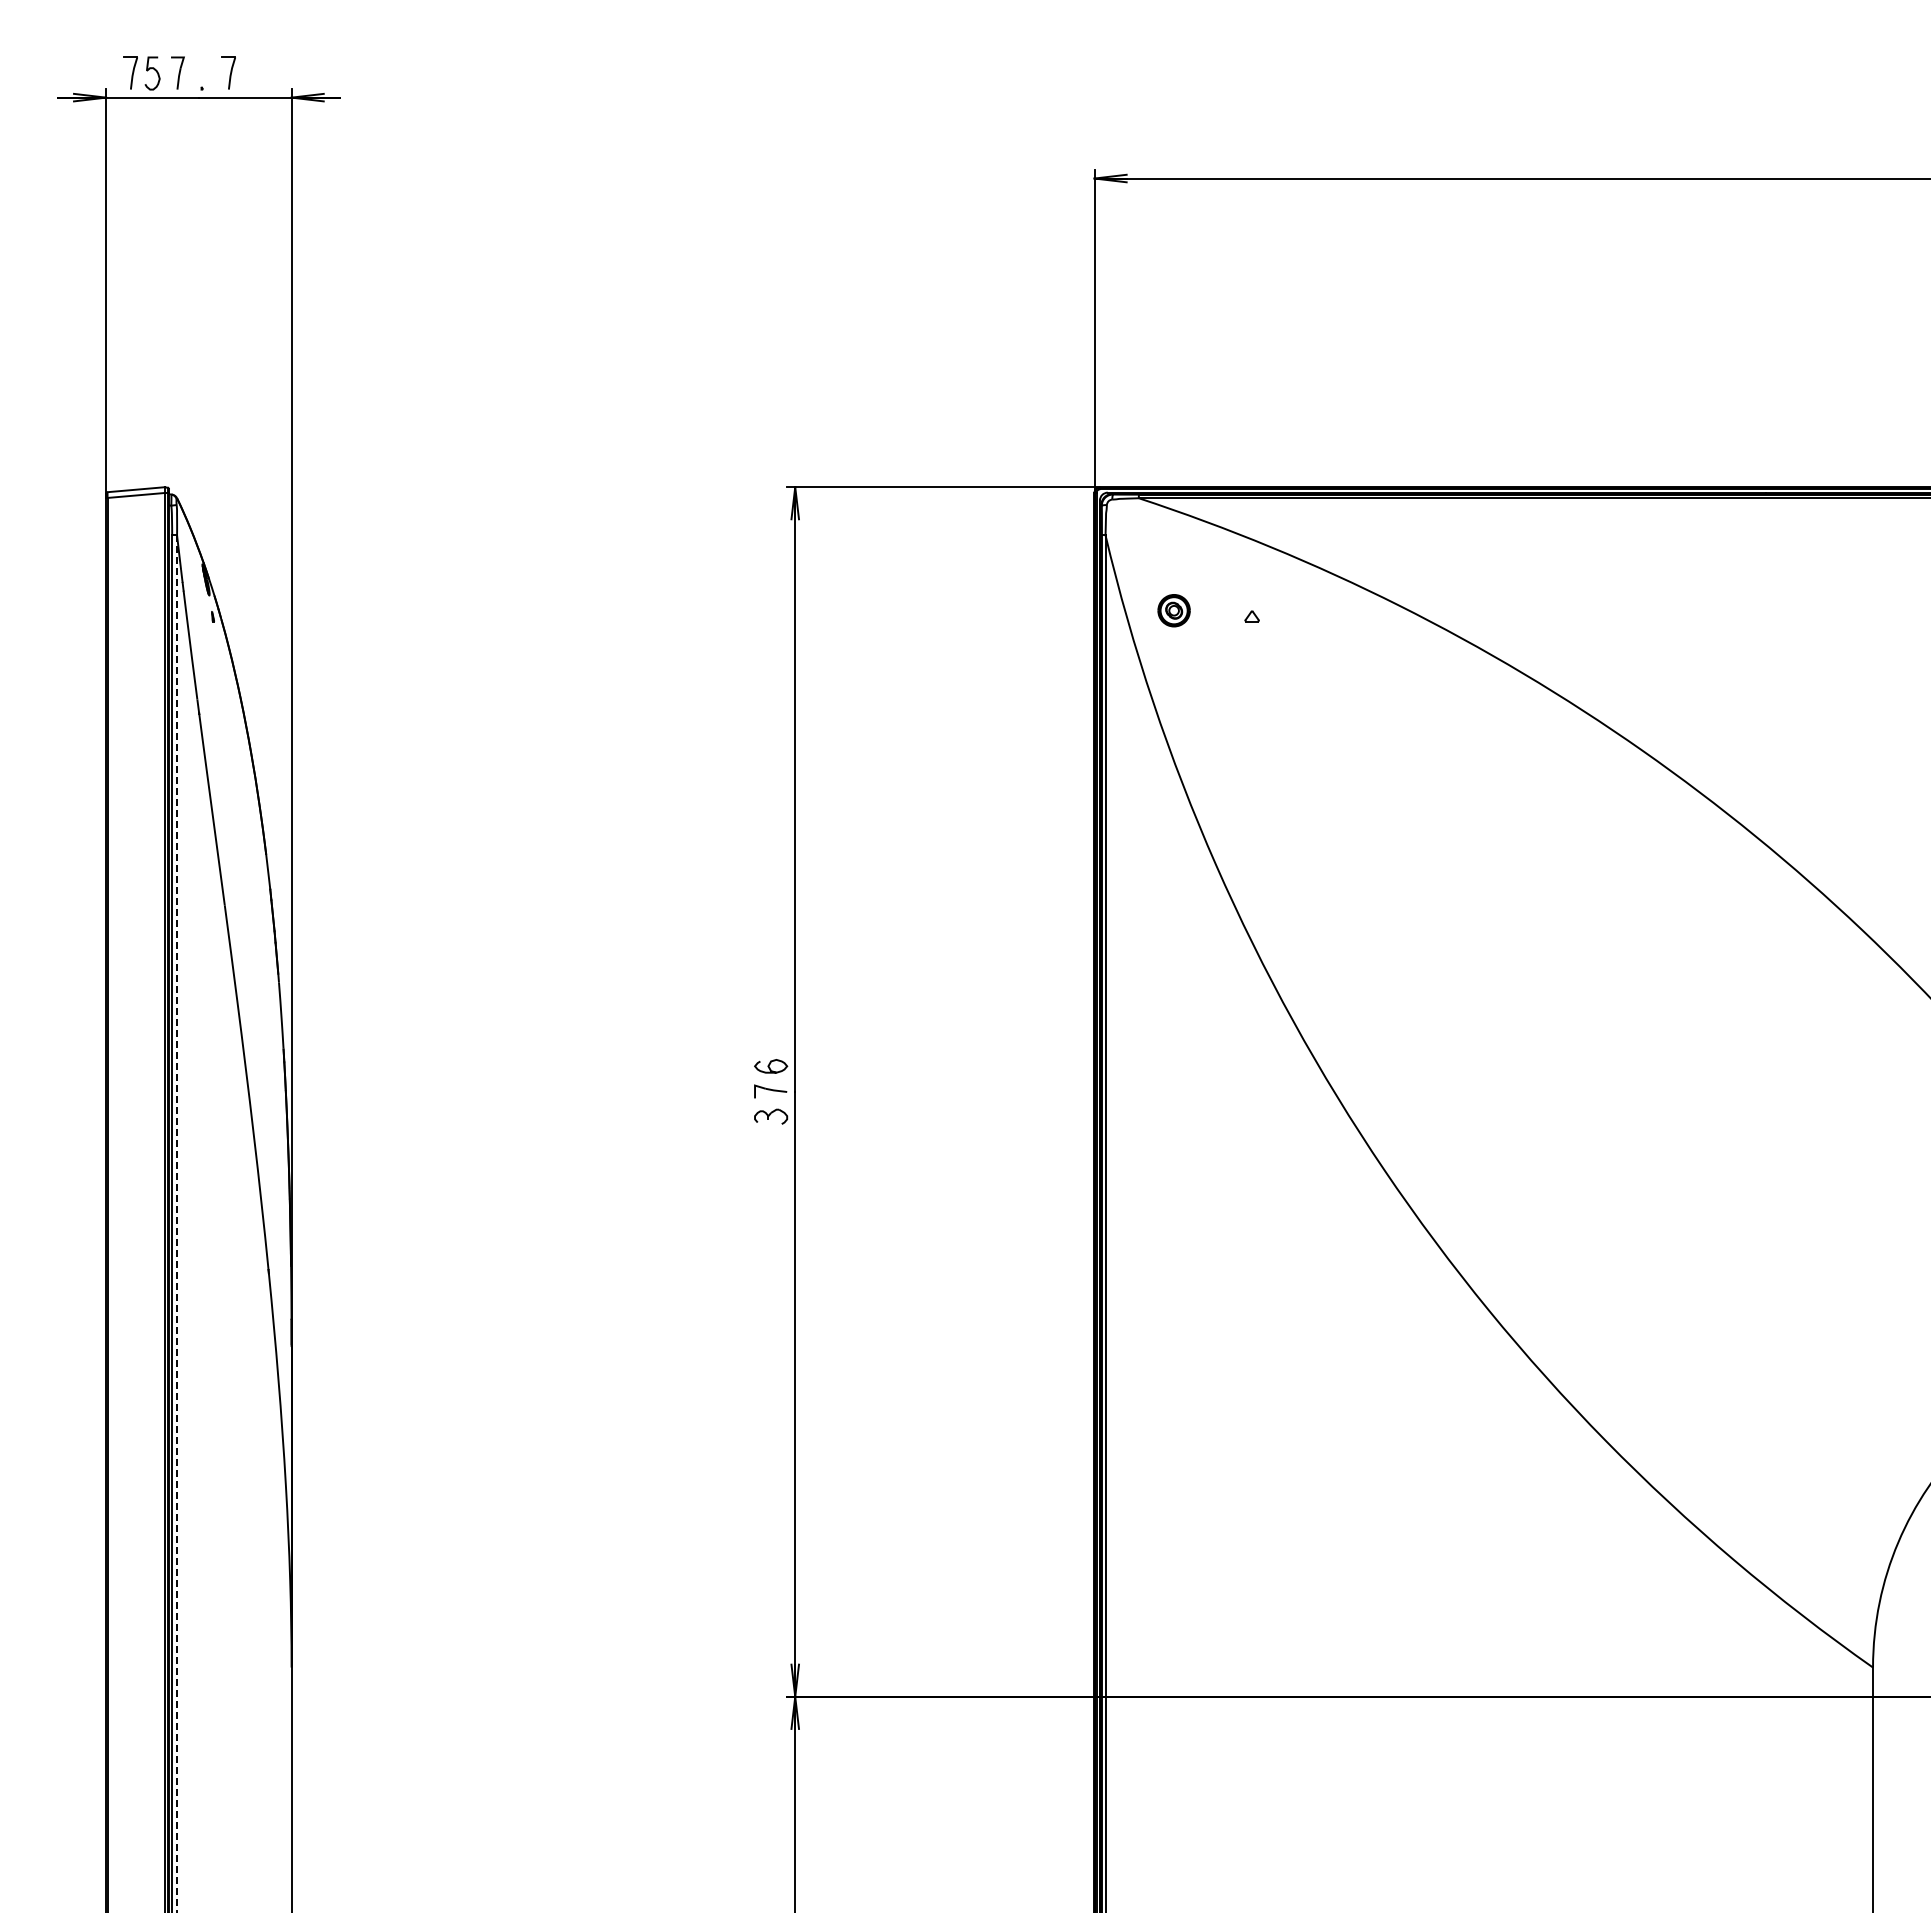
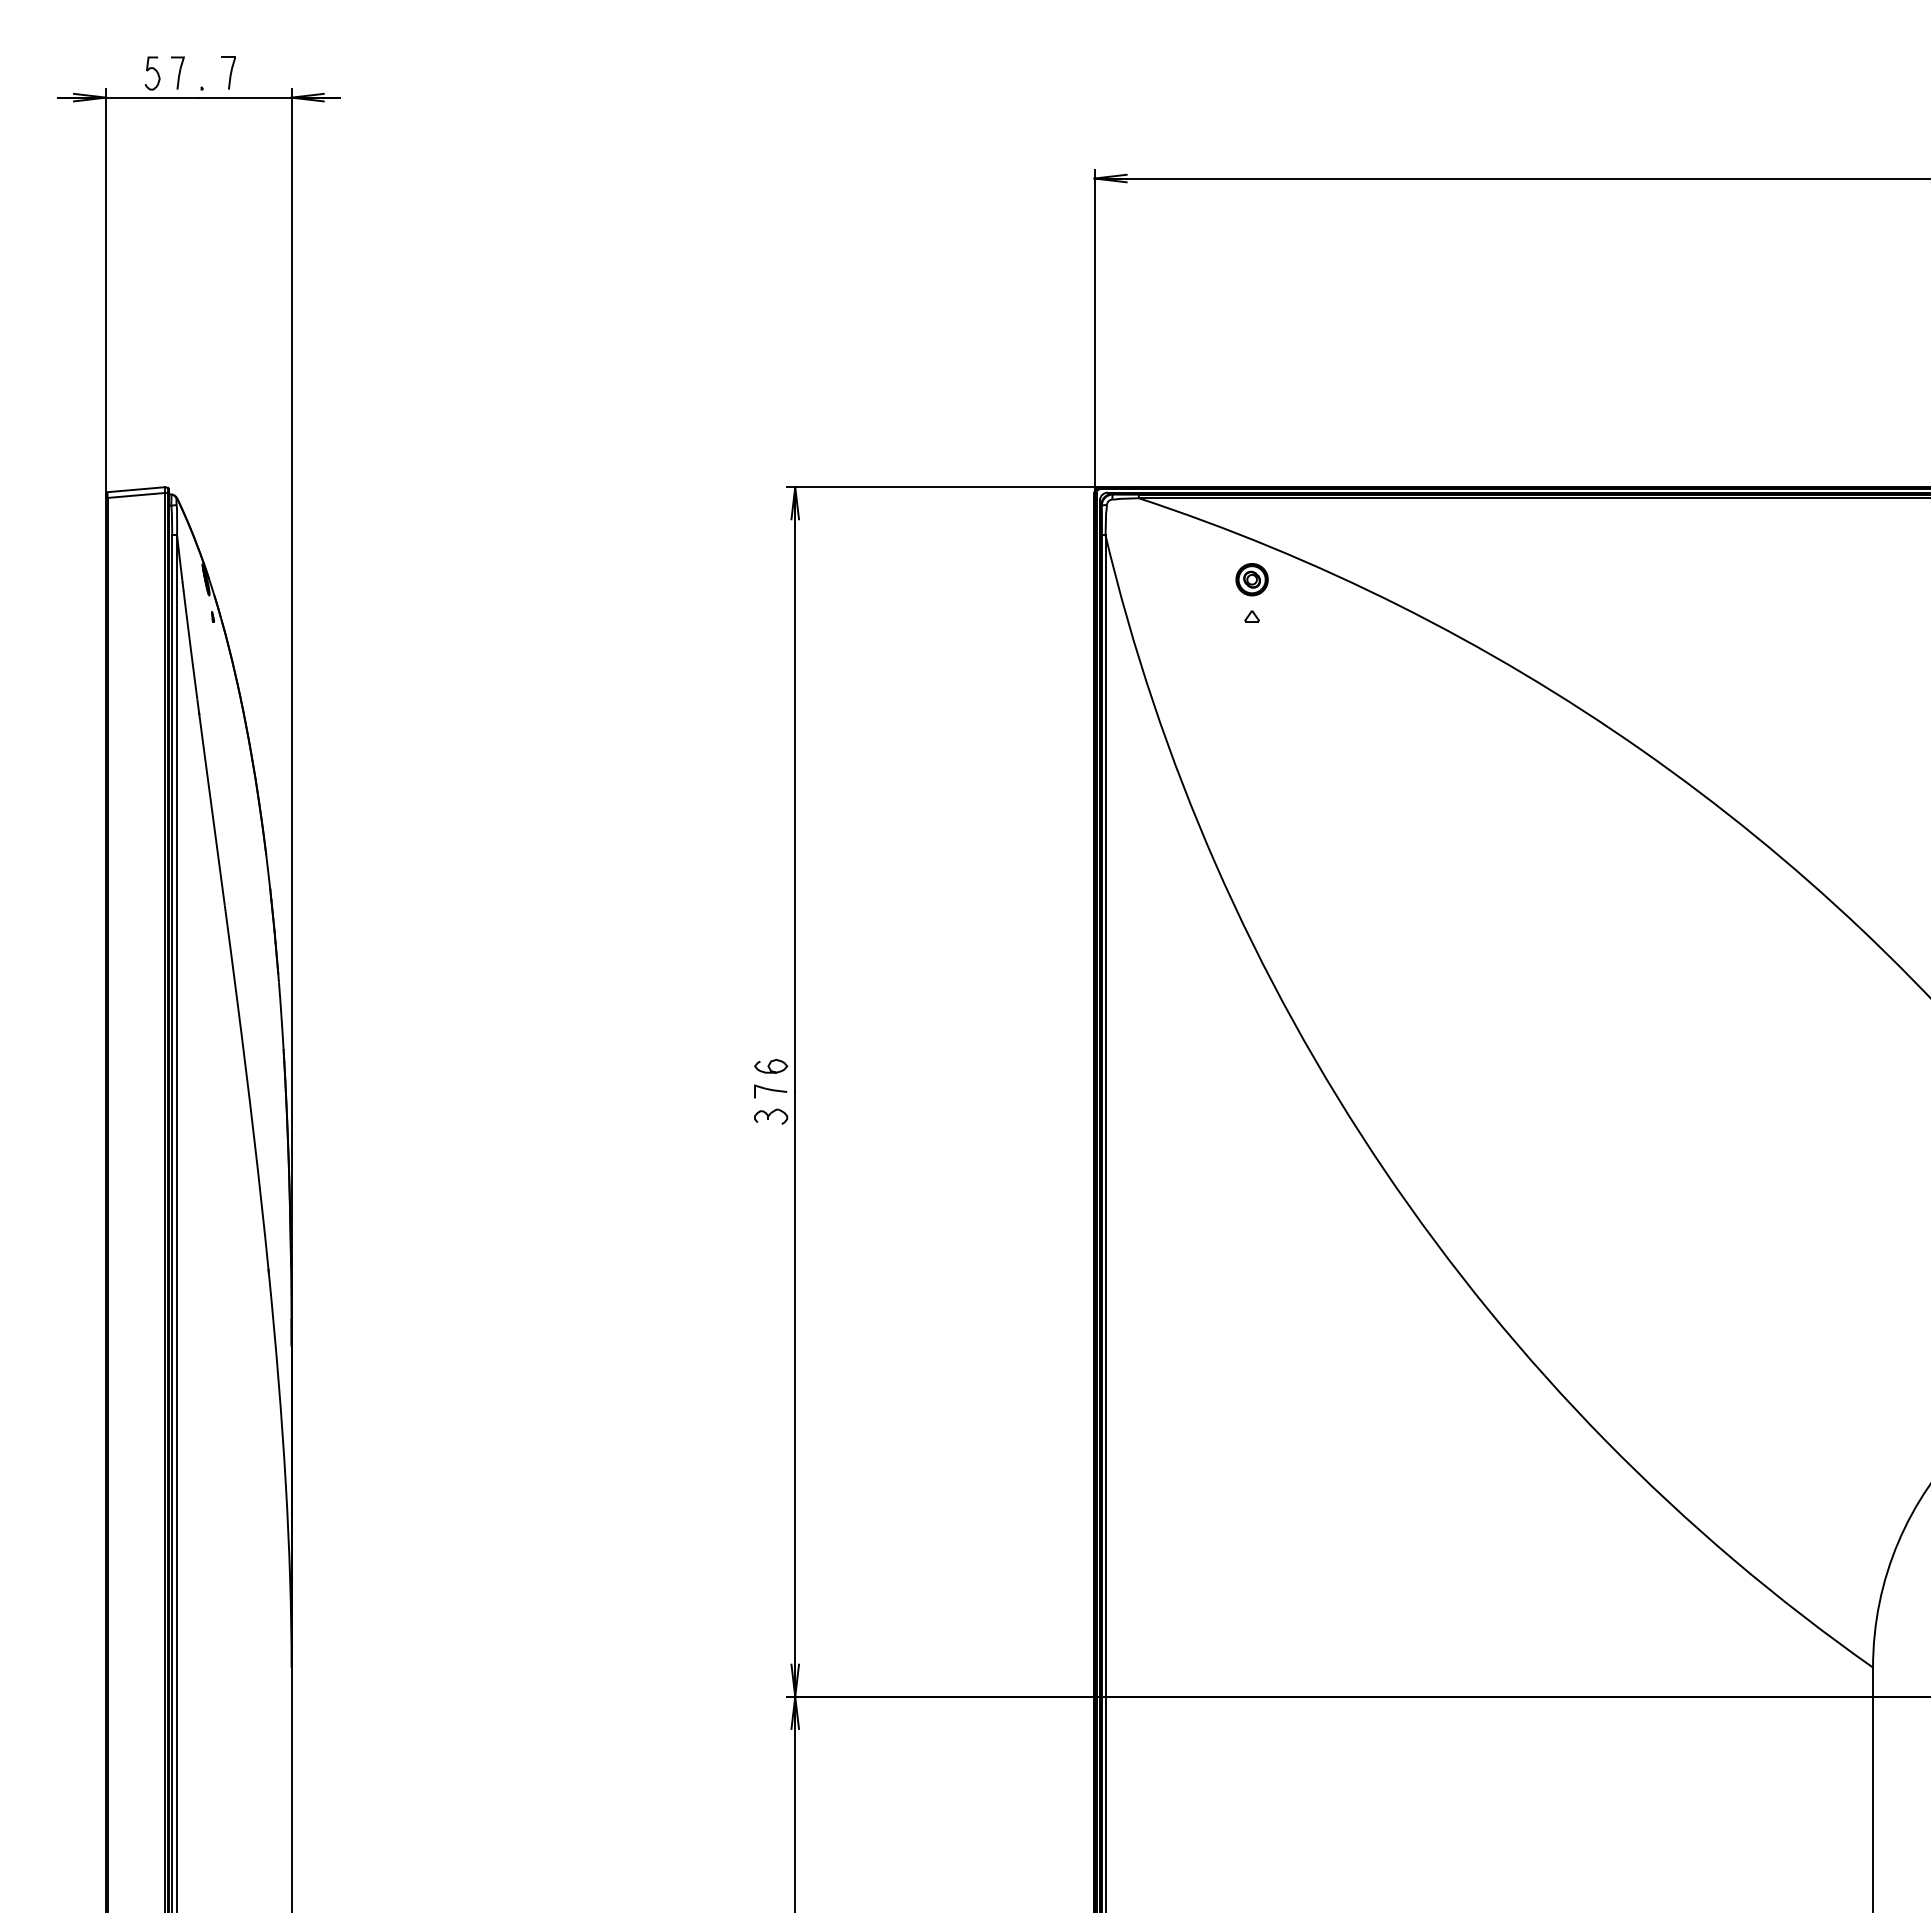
part at (130, 72): present -> none
part at (1173, 610) position: (1173, 610) -> (1251, 579)
line at (177, 1224): dashed -> solid
